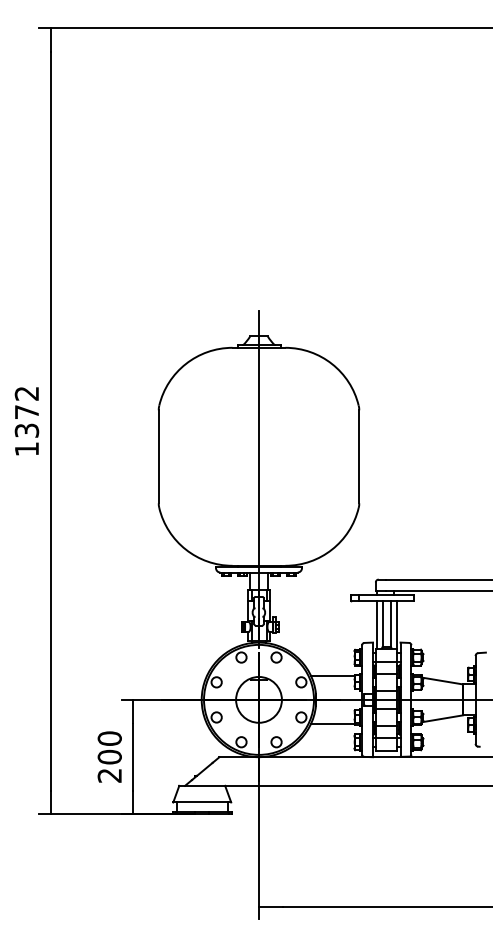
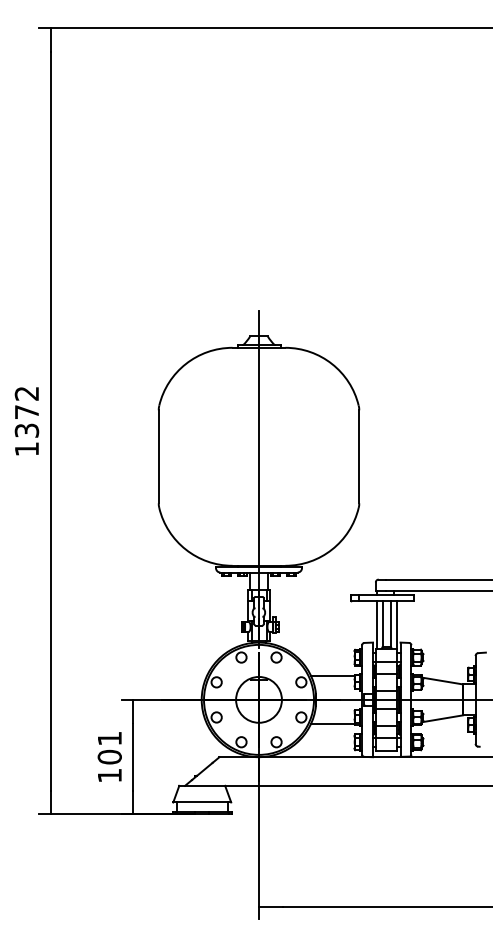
text at (109, 756): 200 -> 101
